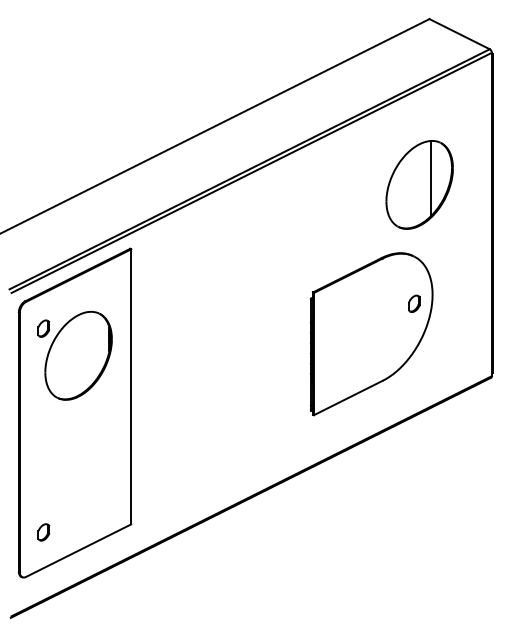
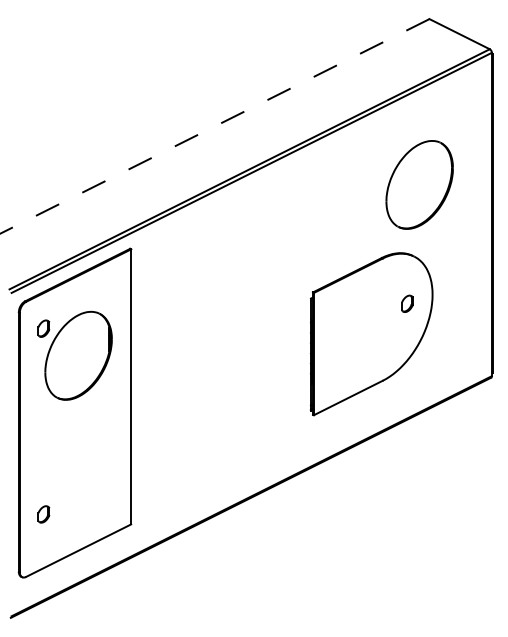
line at (214, 126): solid -> dashed
line at (430, 178): present -> none
part at (414, 303) position: (414, 303) -> (407, 303)
part at (43, 532) position: (43, 532) -> (43, 514)
